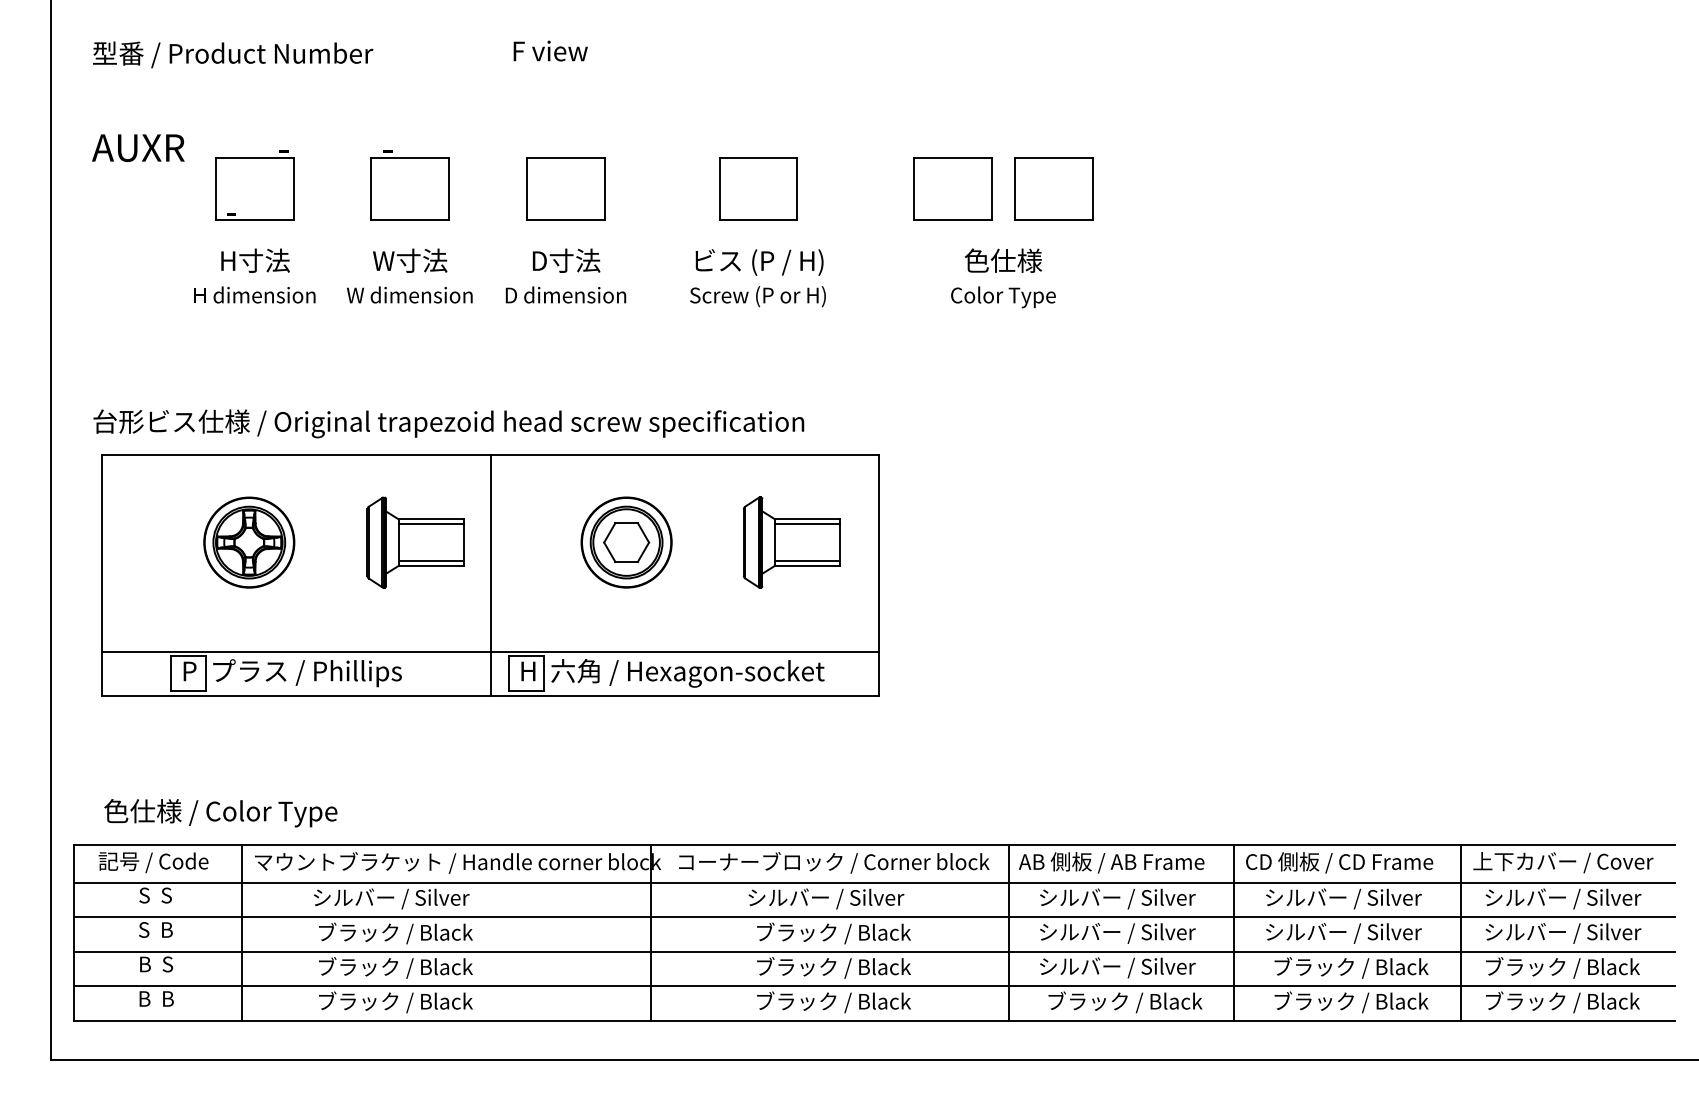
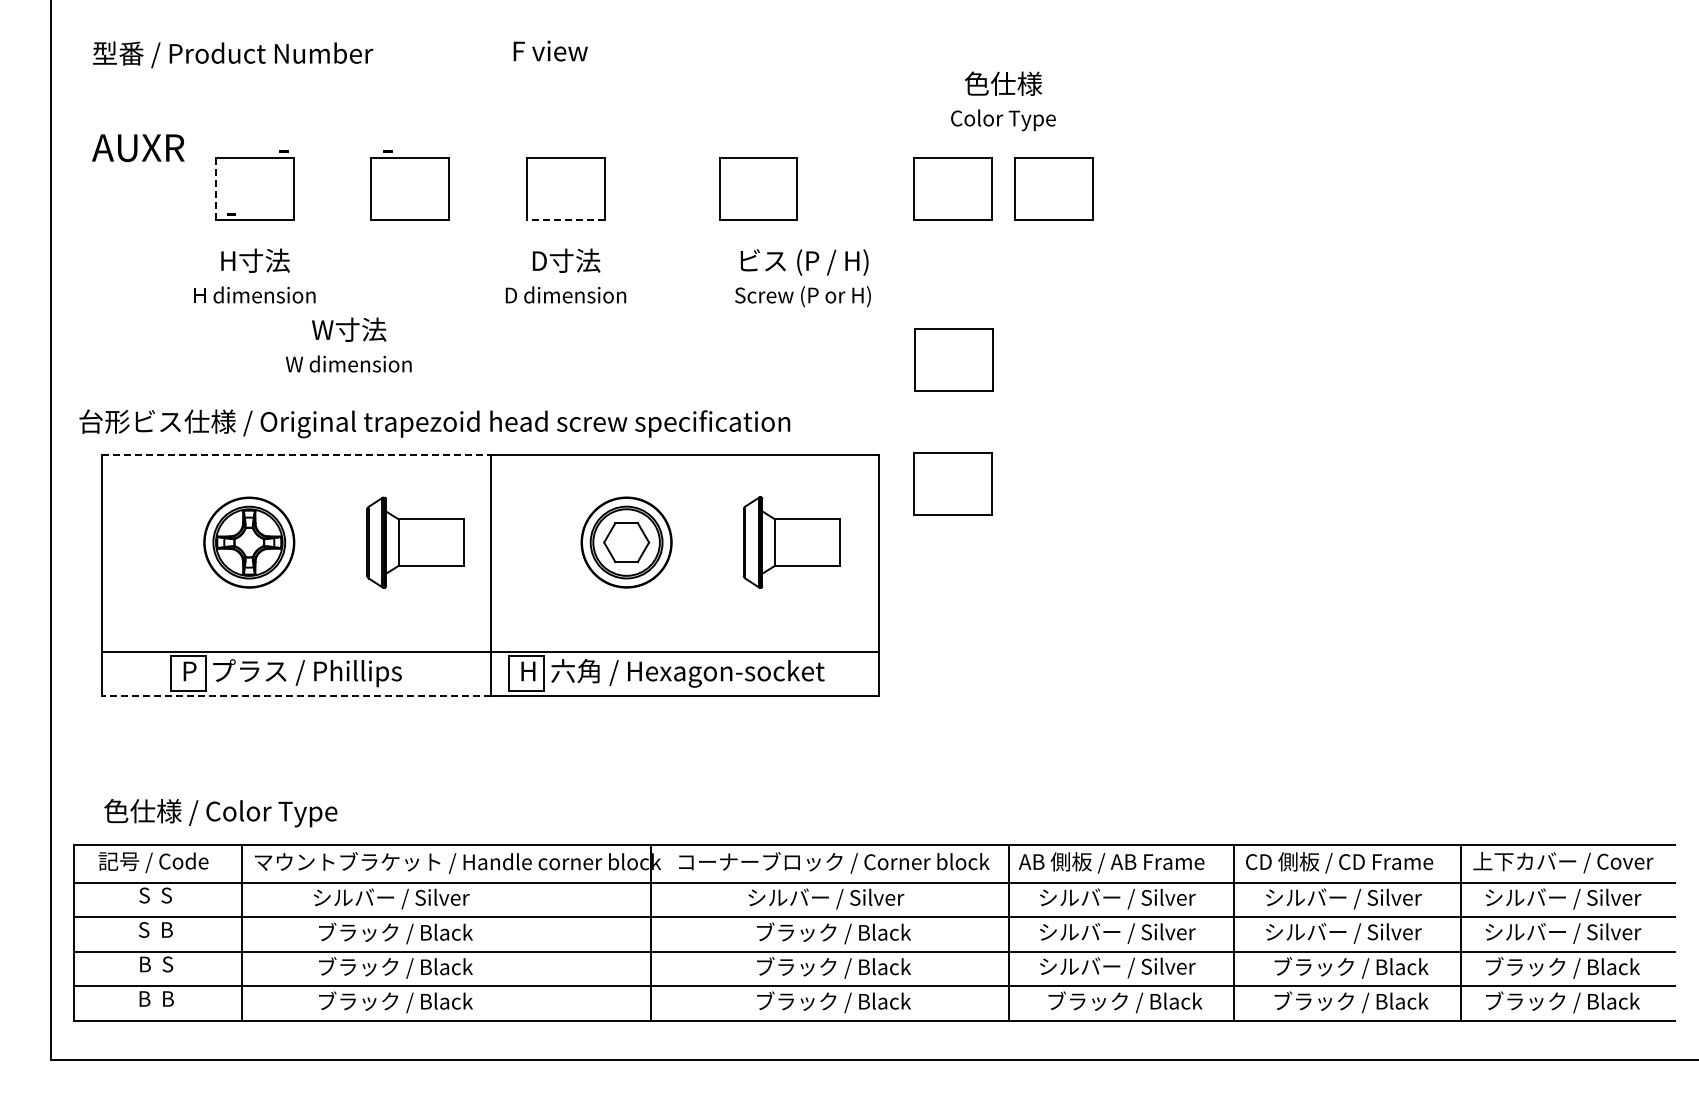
line at (215, 188): solid -> dashed
line at (565, 220): solid -> dashed
text at (409, 275) position: (409, 275) -> (348, 344)
text at (757, 278) position: (757, 278) -> (802, 278)
text at (1003, 278) position: (1003, 278) -> (1003, 101)
part at (953, 359): none -> present
text at (448, 423) position: (448, 423) -> (434, 423)
line at (296, 455): solid -> dashed
part at (952, 483): none -> present
line at (430, 523): present -> none
line at (807, 523): present -> none
line at (430, 561): present -> none
line at (807, 561): present -> none
line at (295, 696): solid -> dashed
